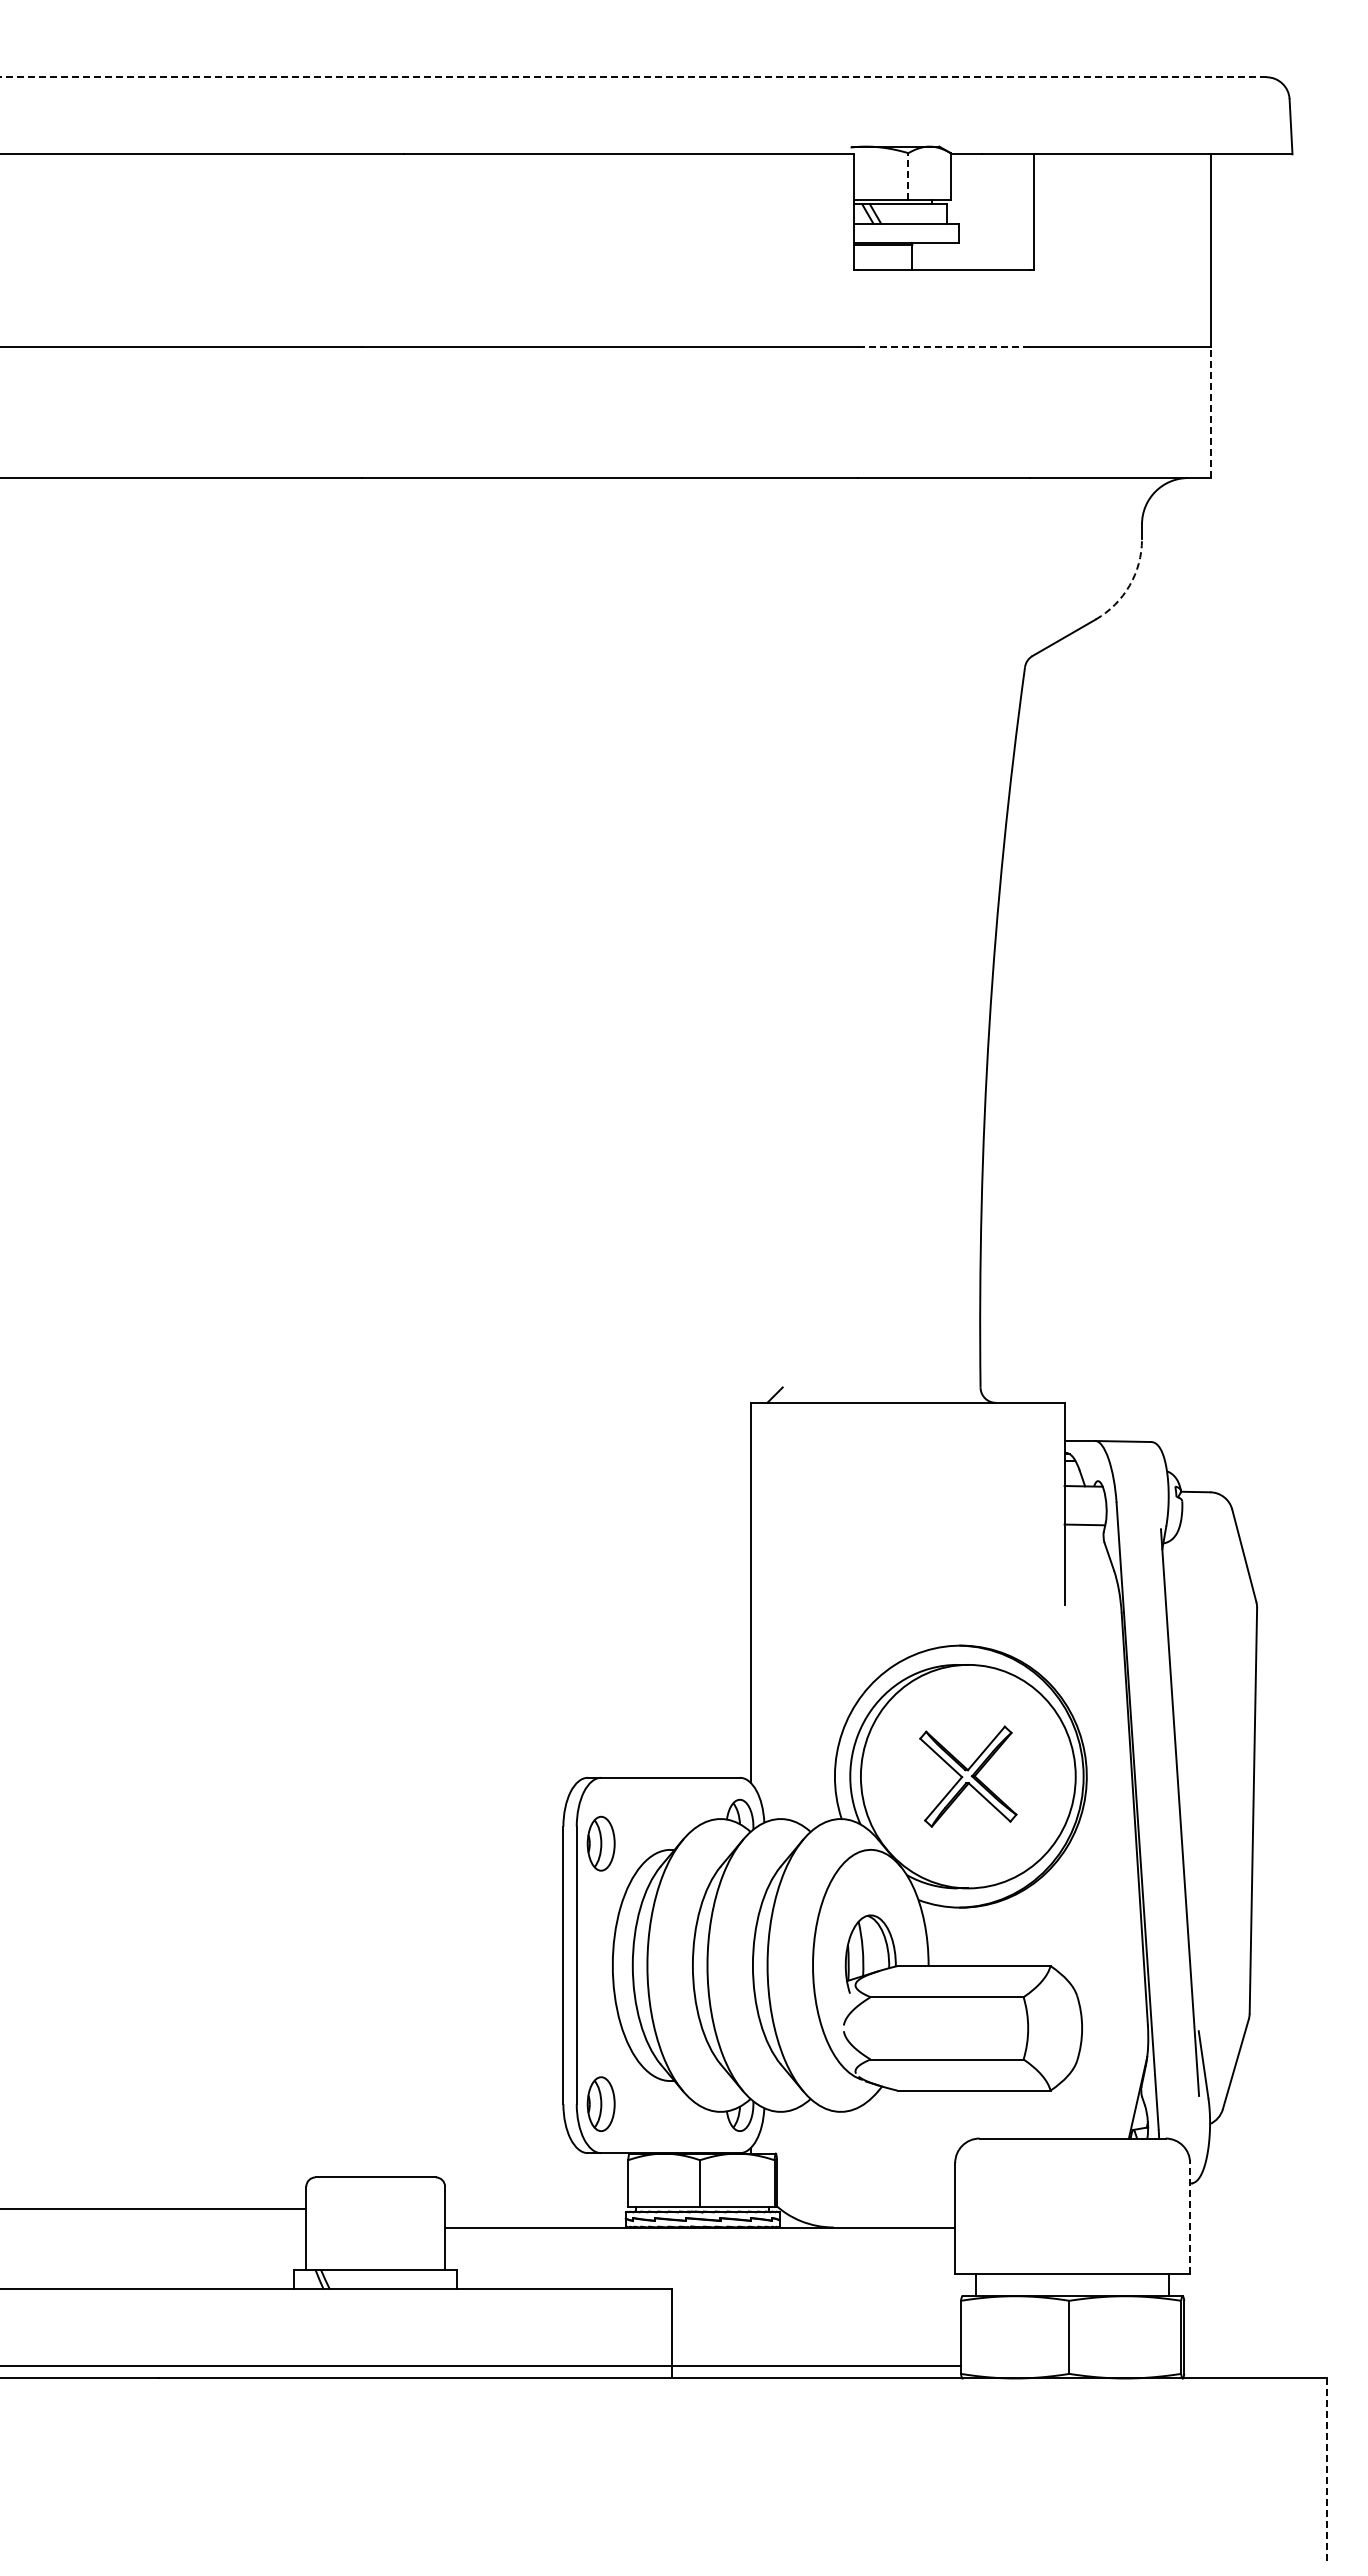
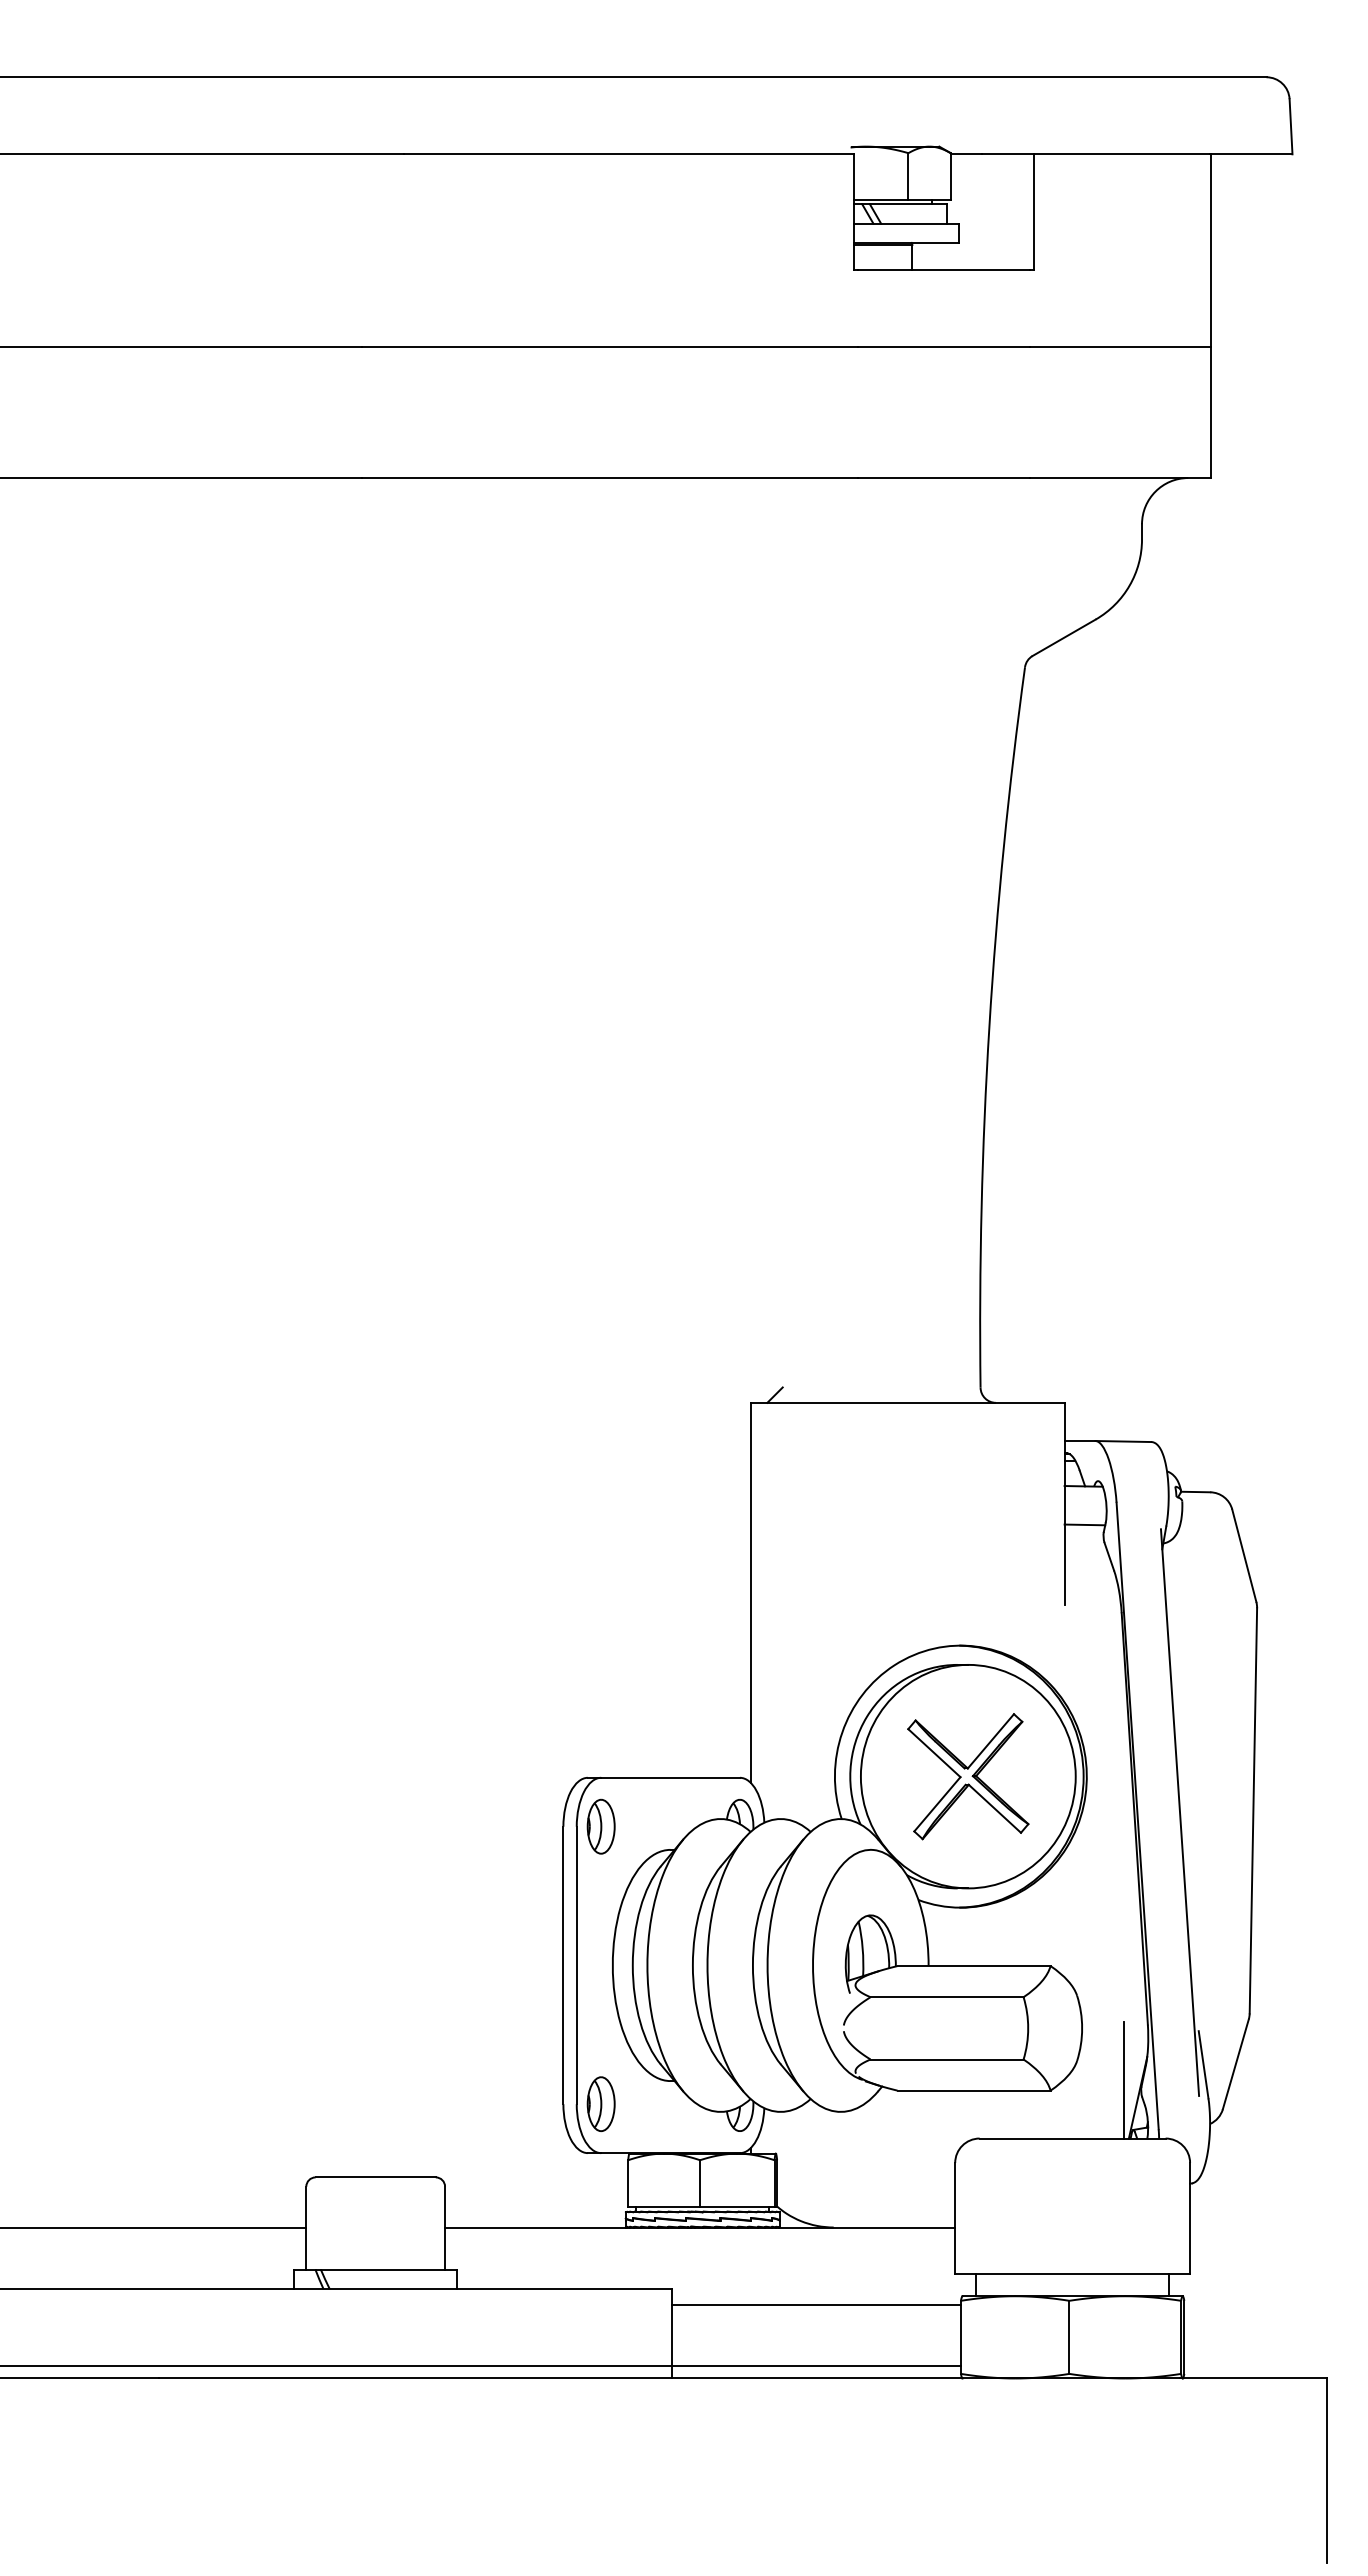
line at (633, 77): dashed -> solid
line at (908, 176): dashed -> solid
line at (944, 347): dashed -> solid
line at (1211, 412): dashed -> solid
arc at (1129, 585): dashed -> solid
part at (968, 1776) size: 99x103 px -> 123x128 px
part at (600, 1843) position: (600, 1843) -> (600, 1826)
line at (1123, 2079): none -> present
line at (154, 2208) position: (154, 2208) -> (154, 2227)
line at (1190, 2217): dashed -> solid
line at (815, 2304): none -> present
line at (1326, 2471): dashed -> solid
